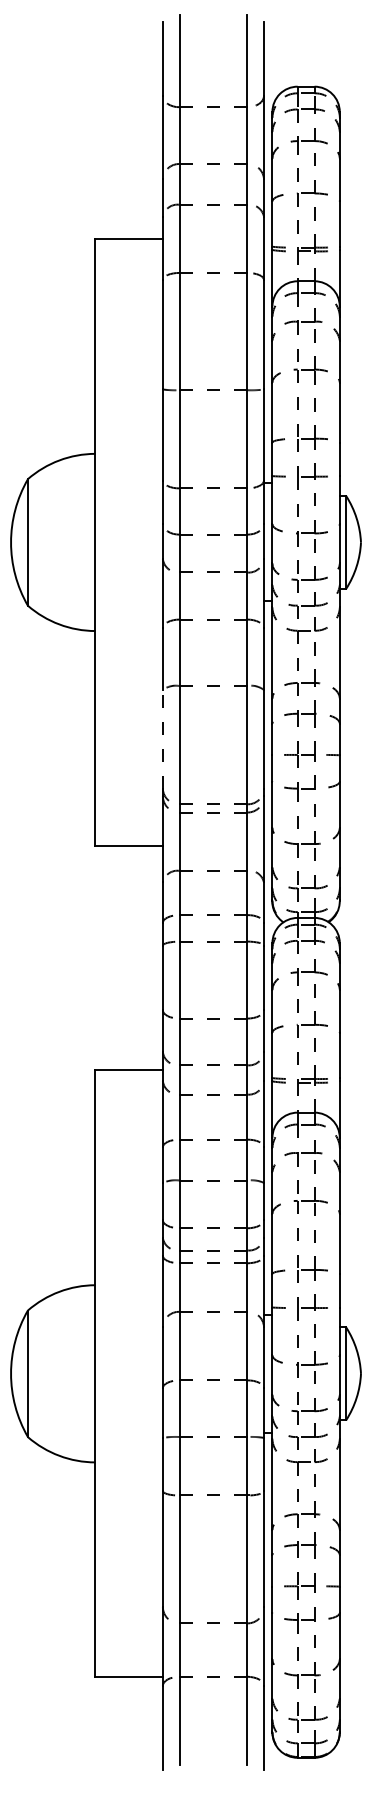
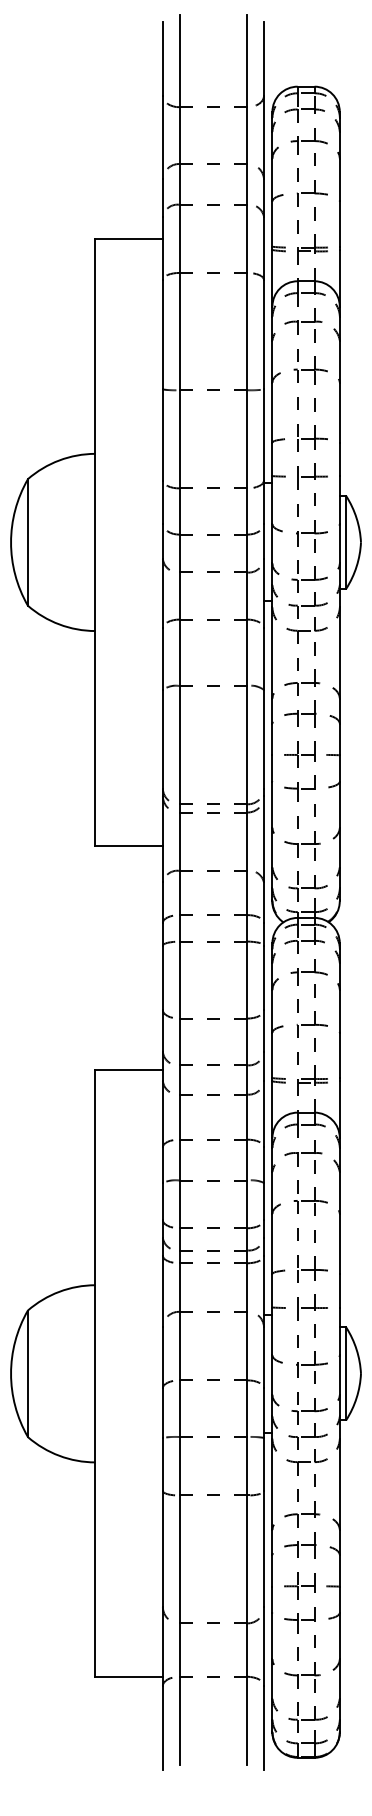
line at (162, 739): dashed -> solid
